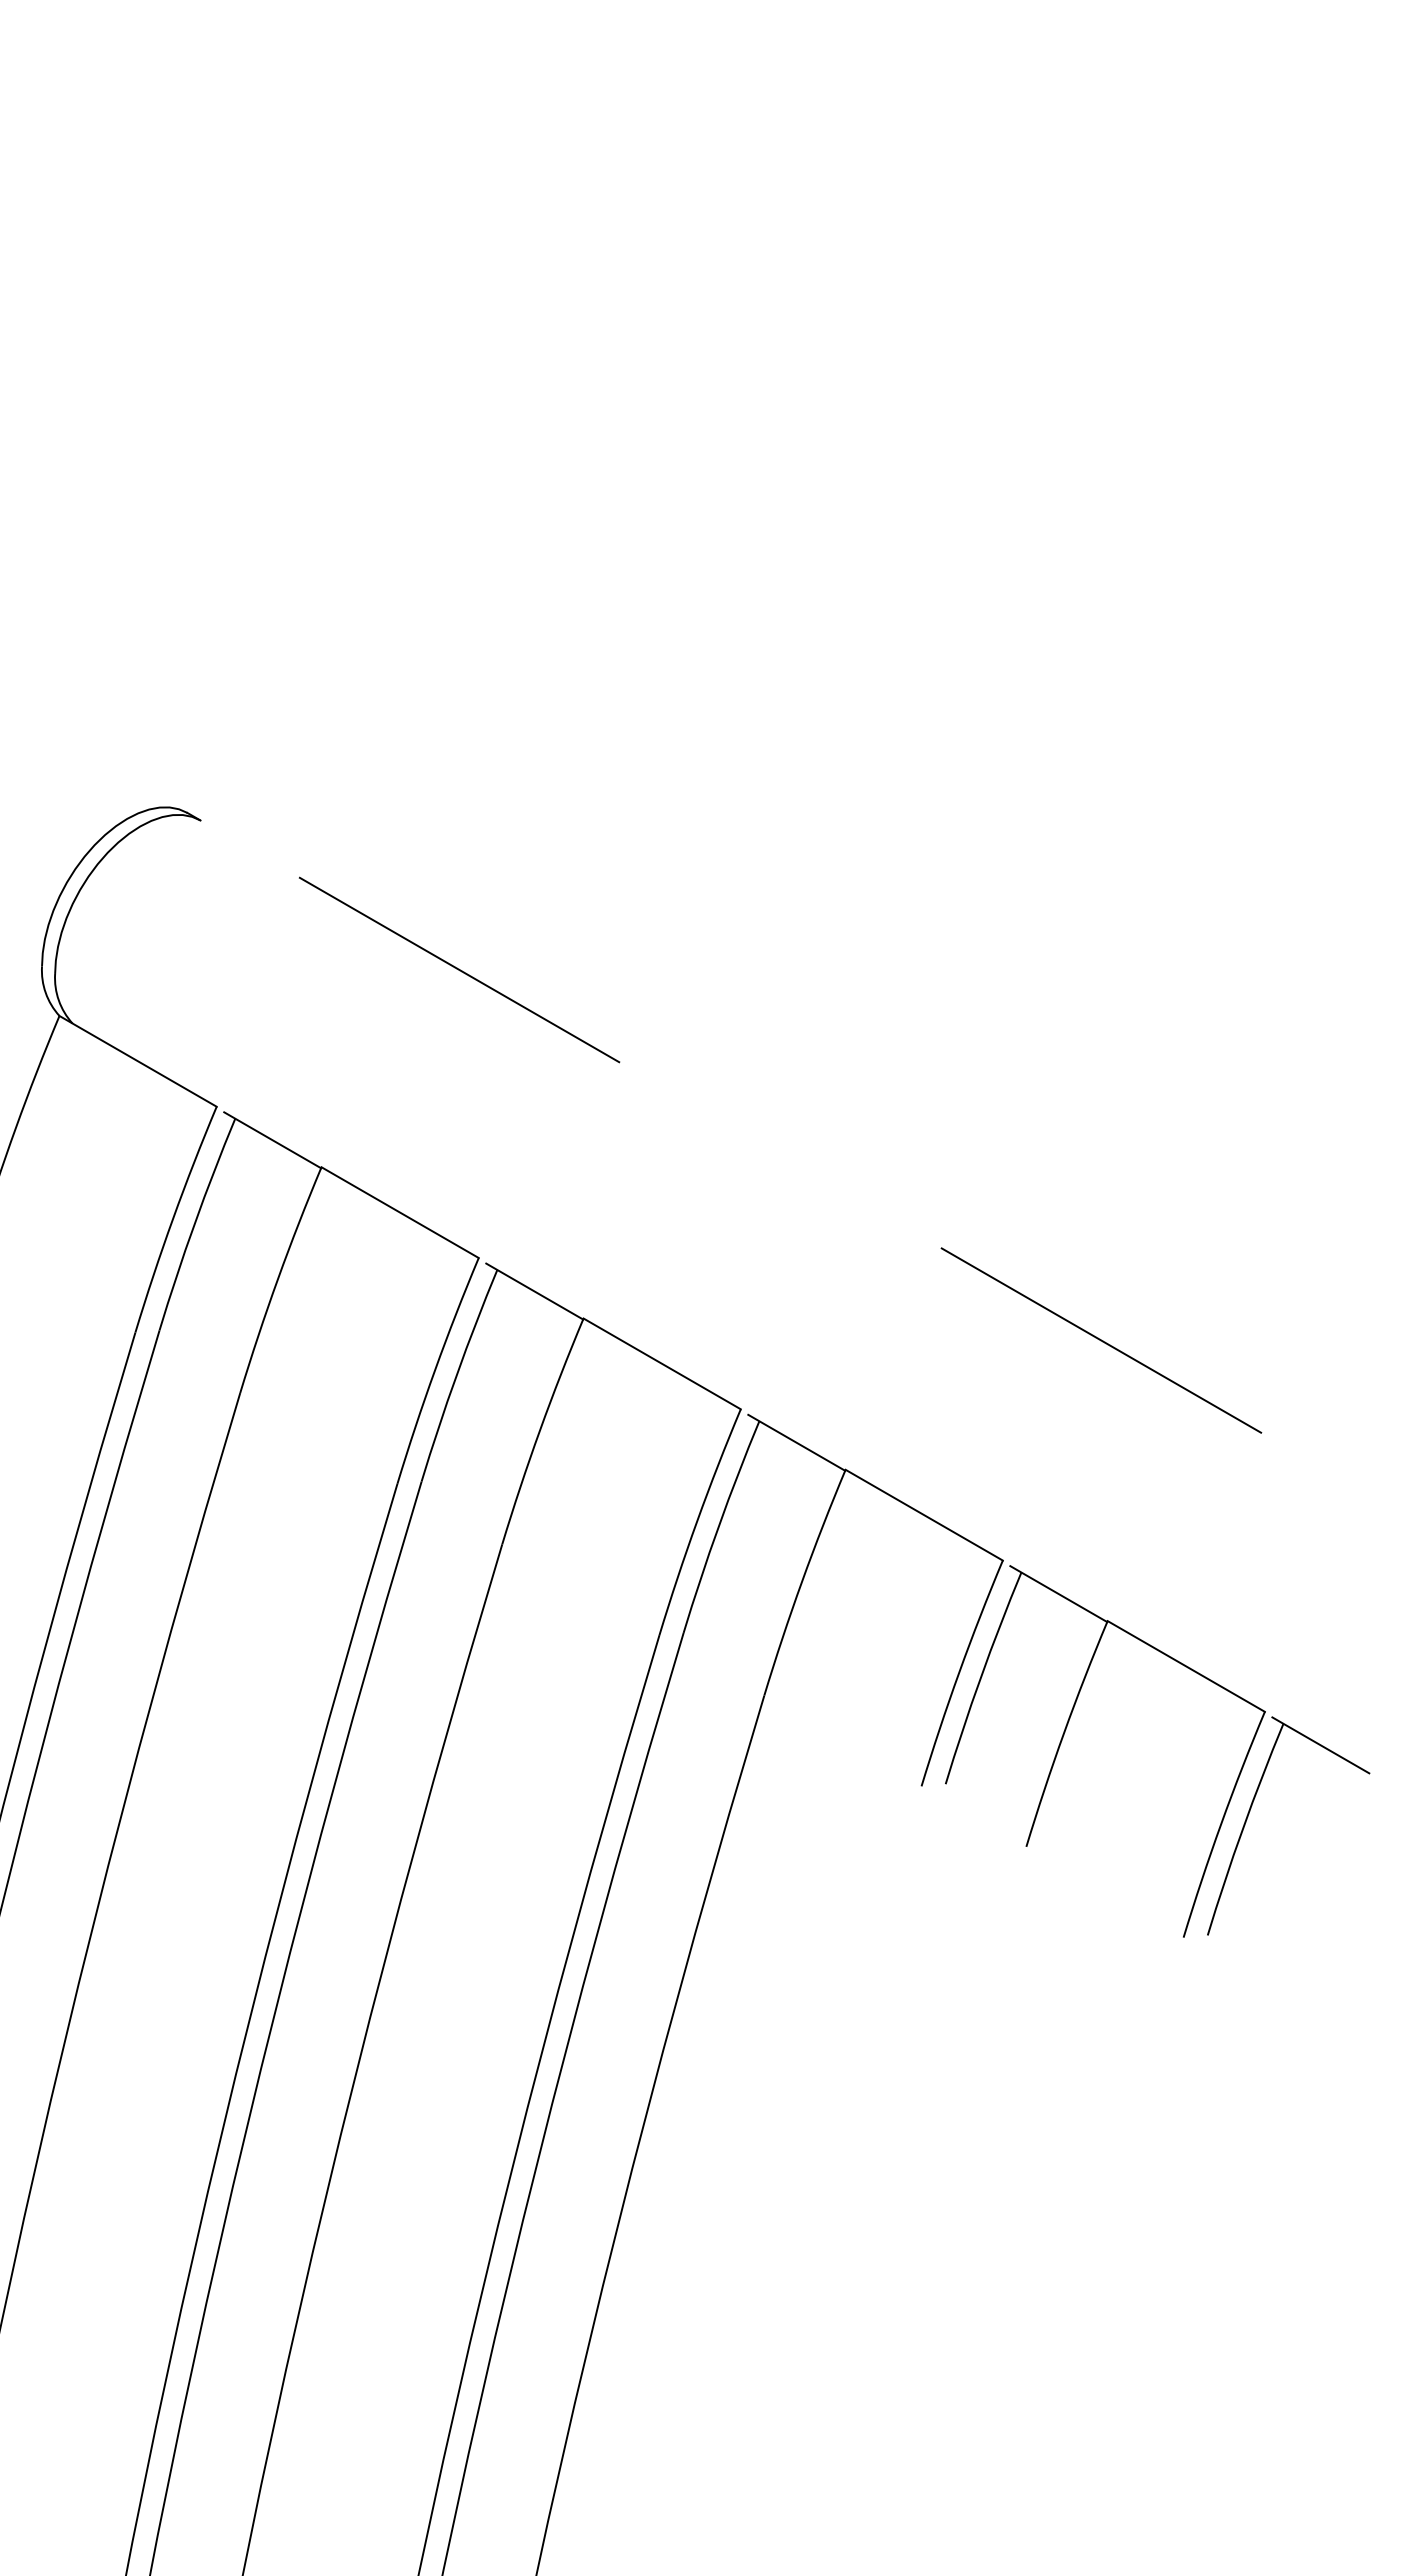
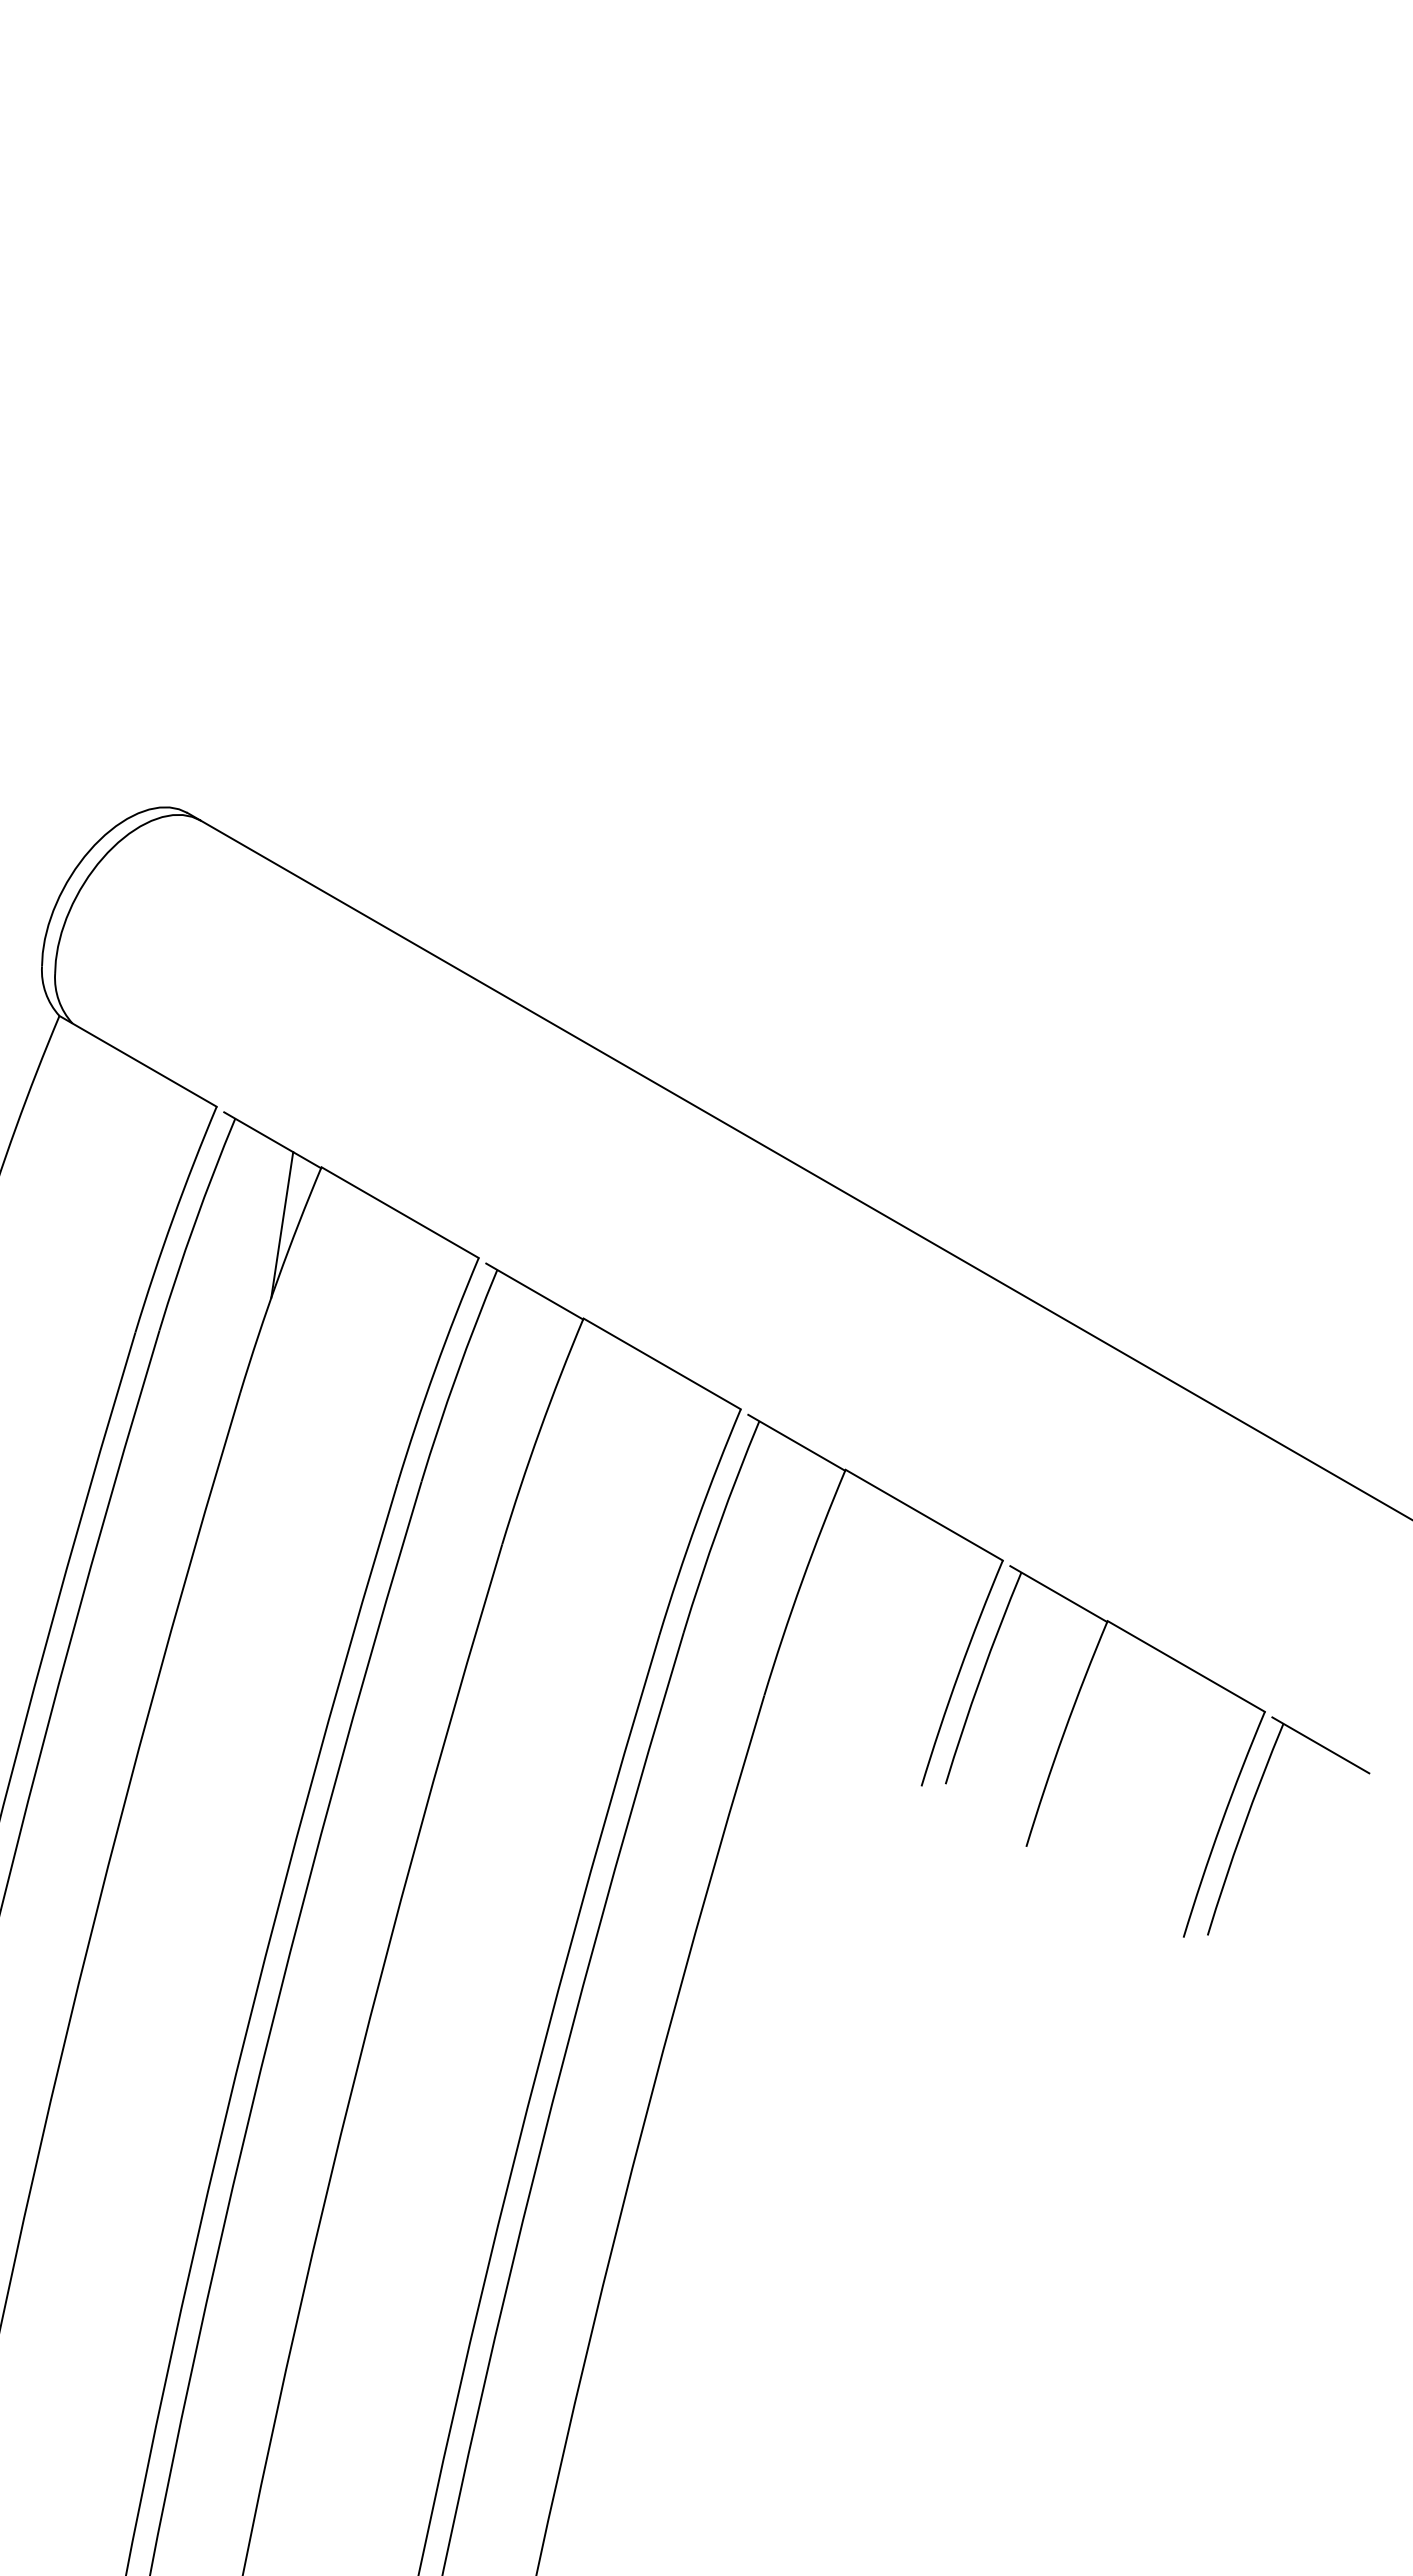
line at (806, 1170): dashed -> solid
line at (282, 1224): none -> present
